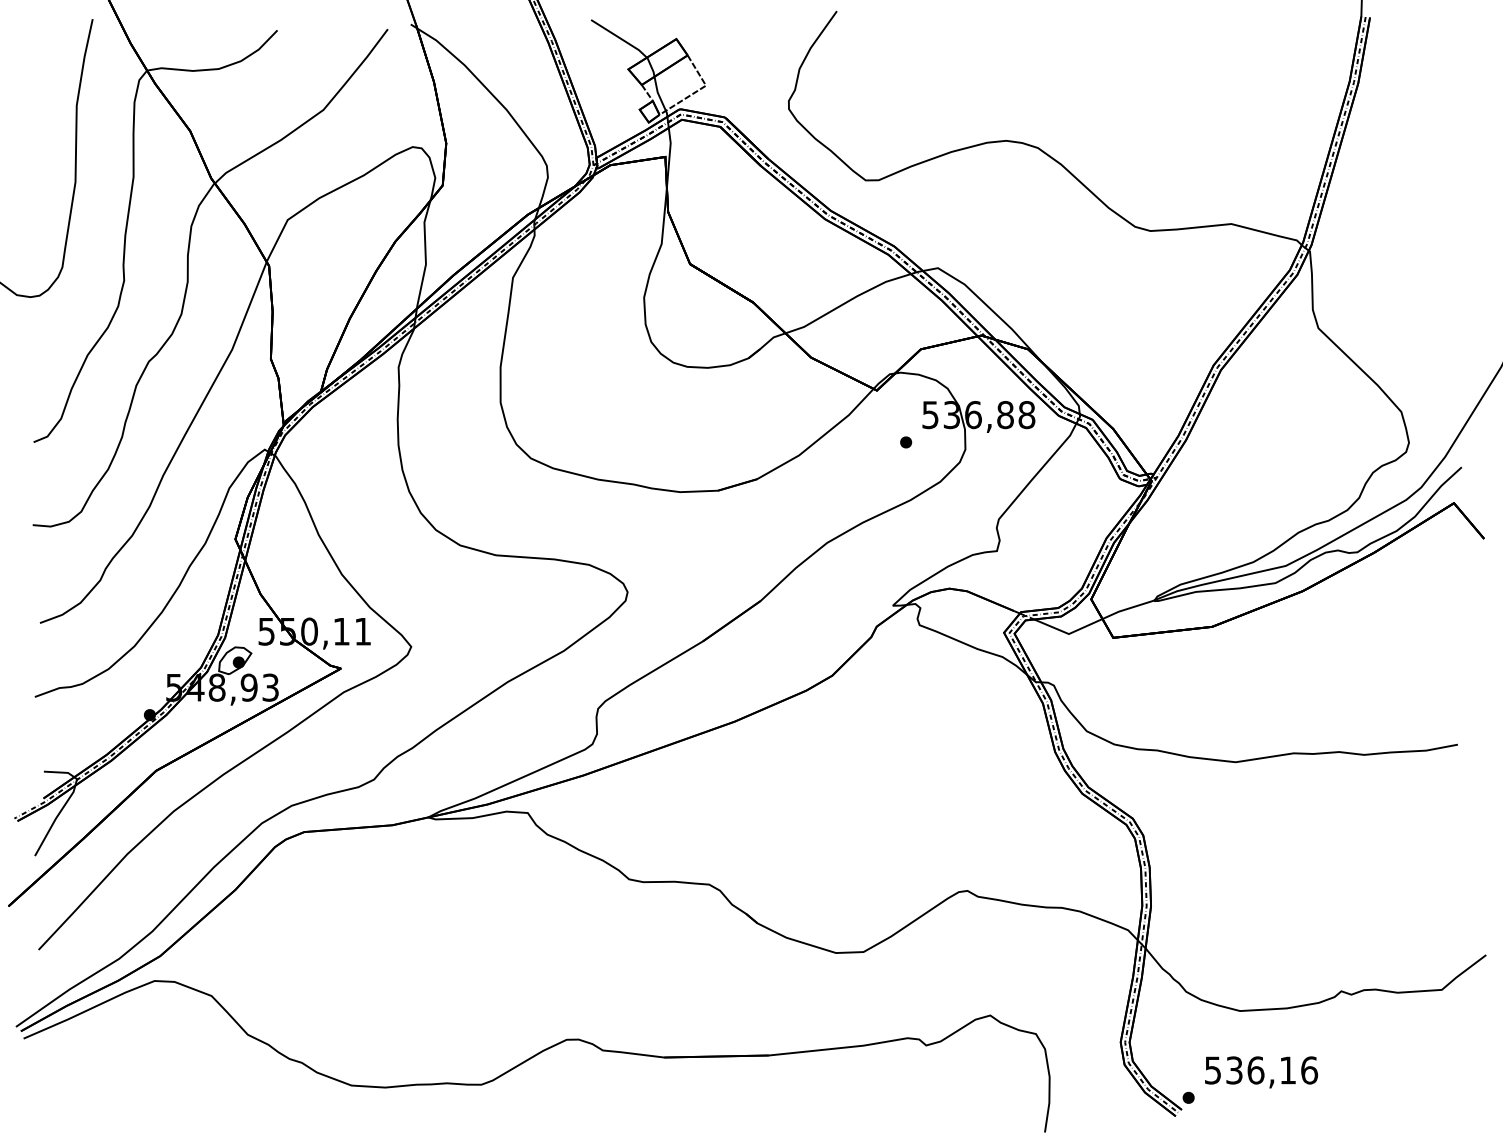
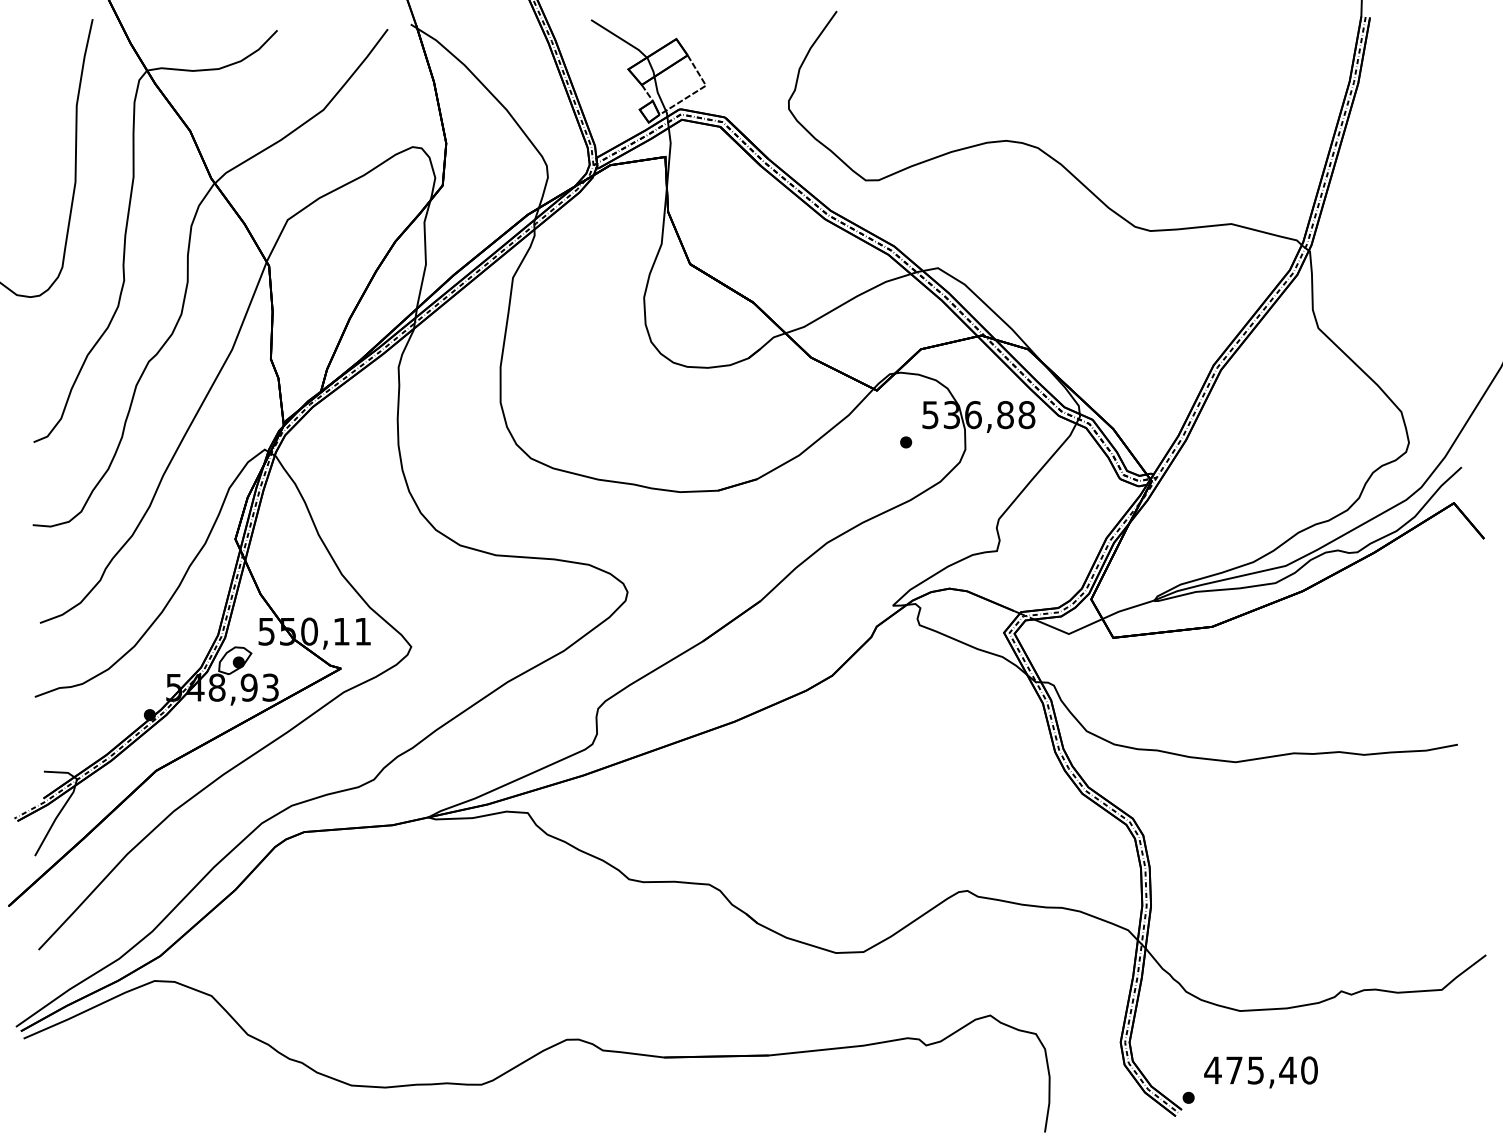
text at (1261, 1070): 536,16 -> 475,40
